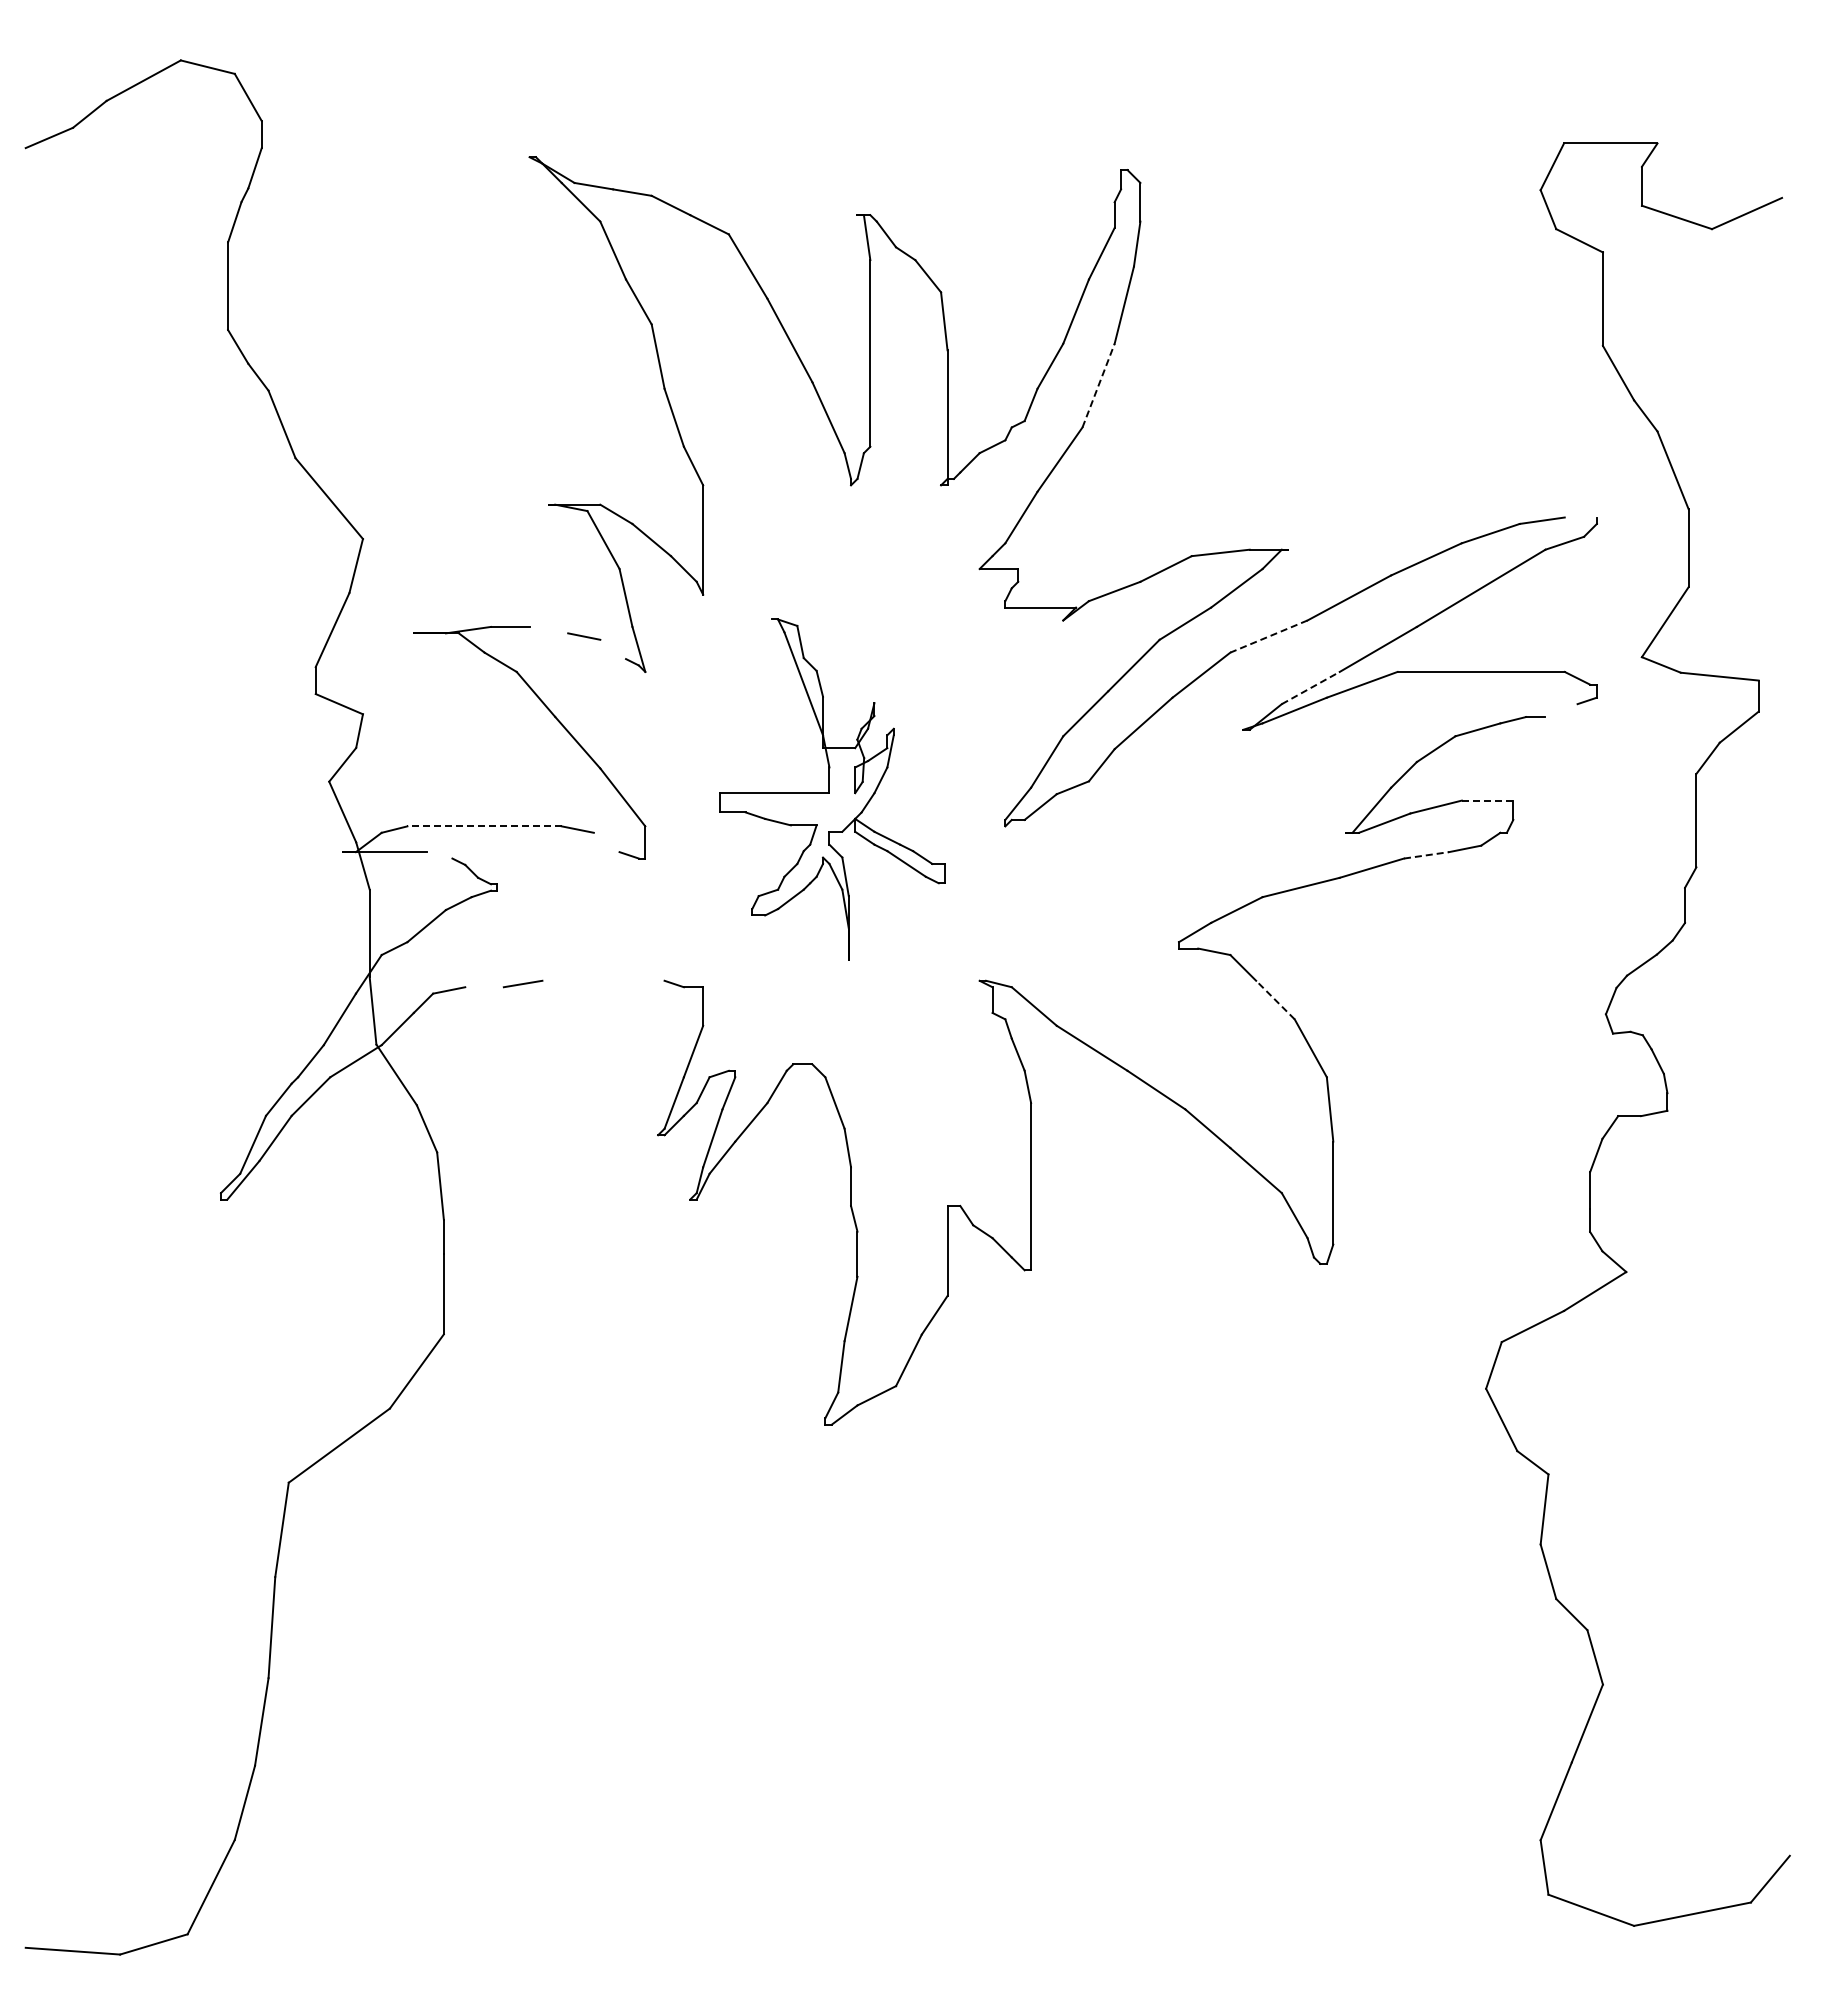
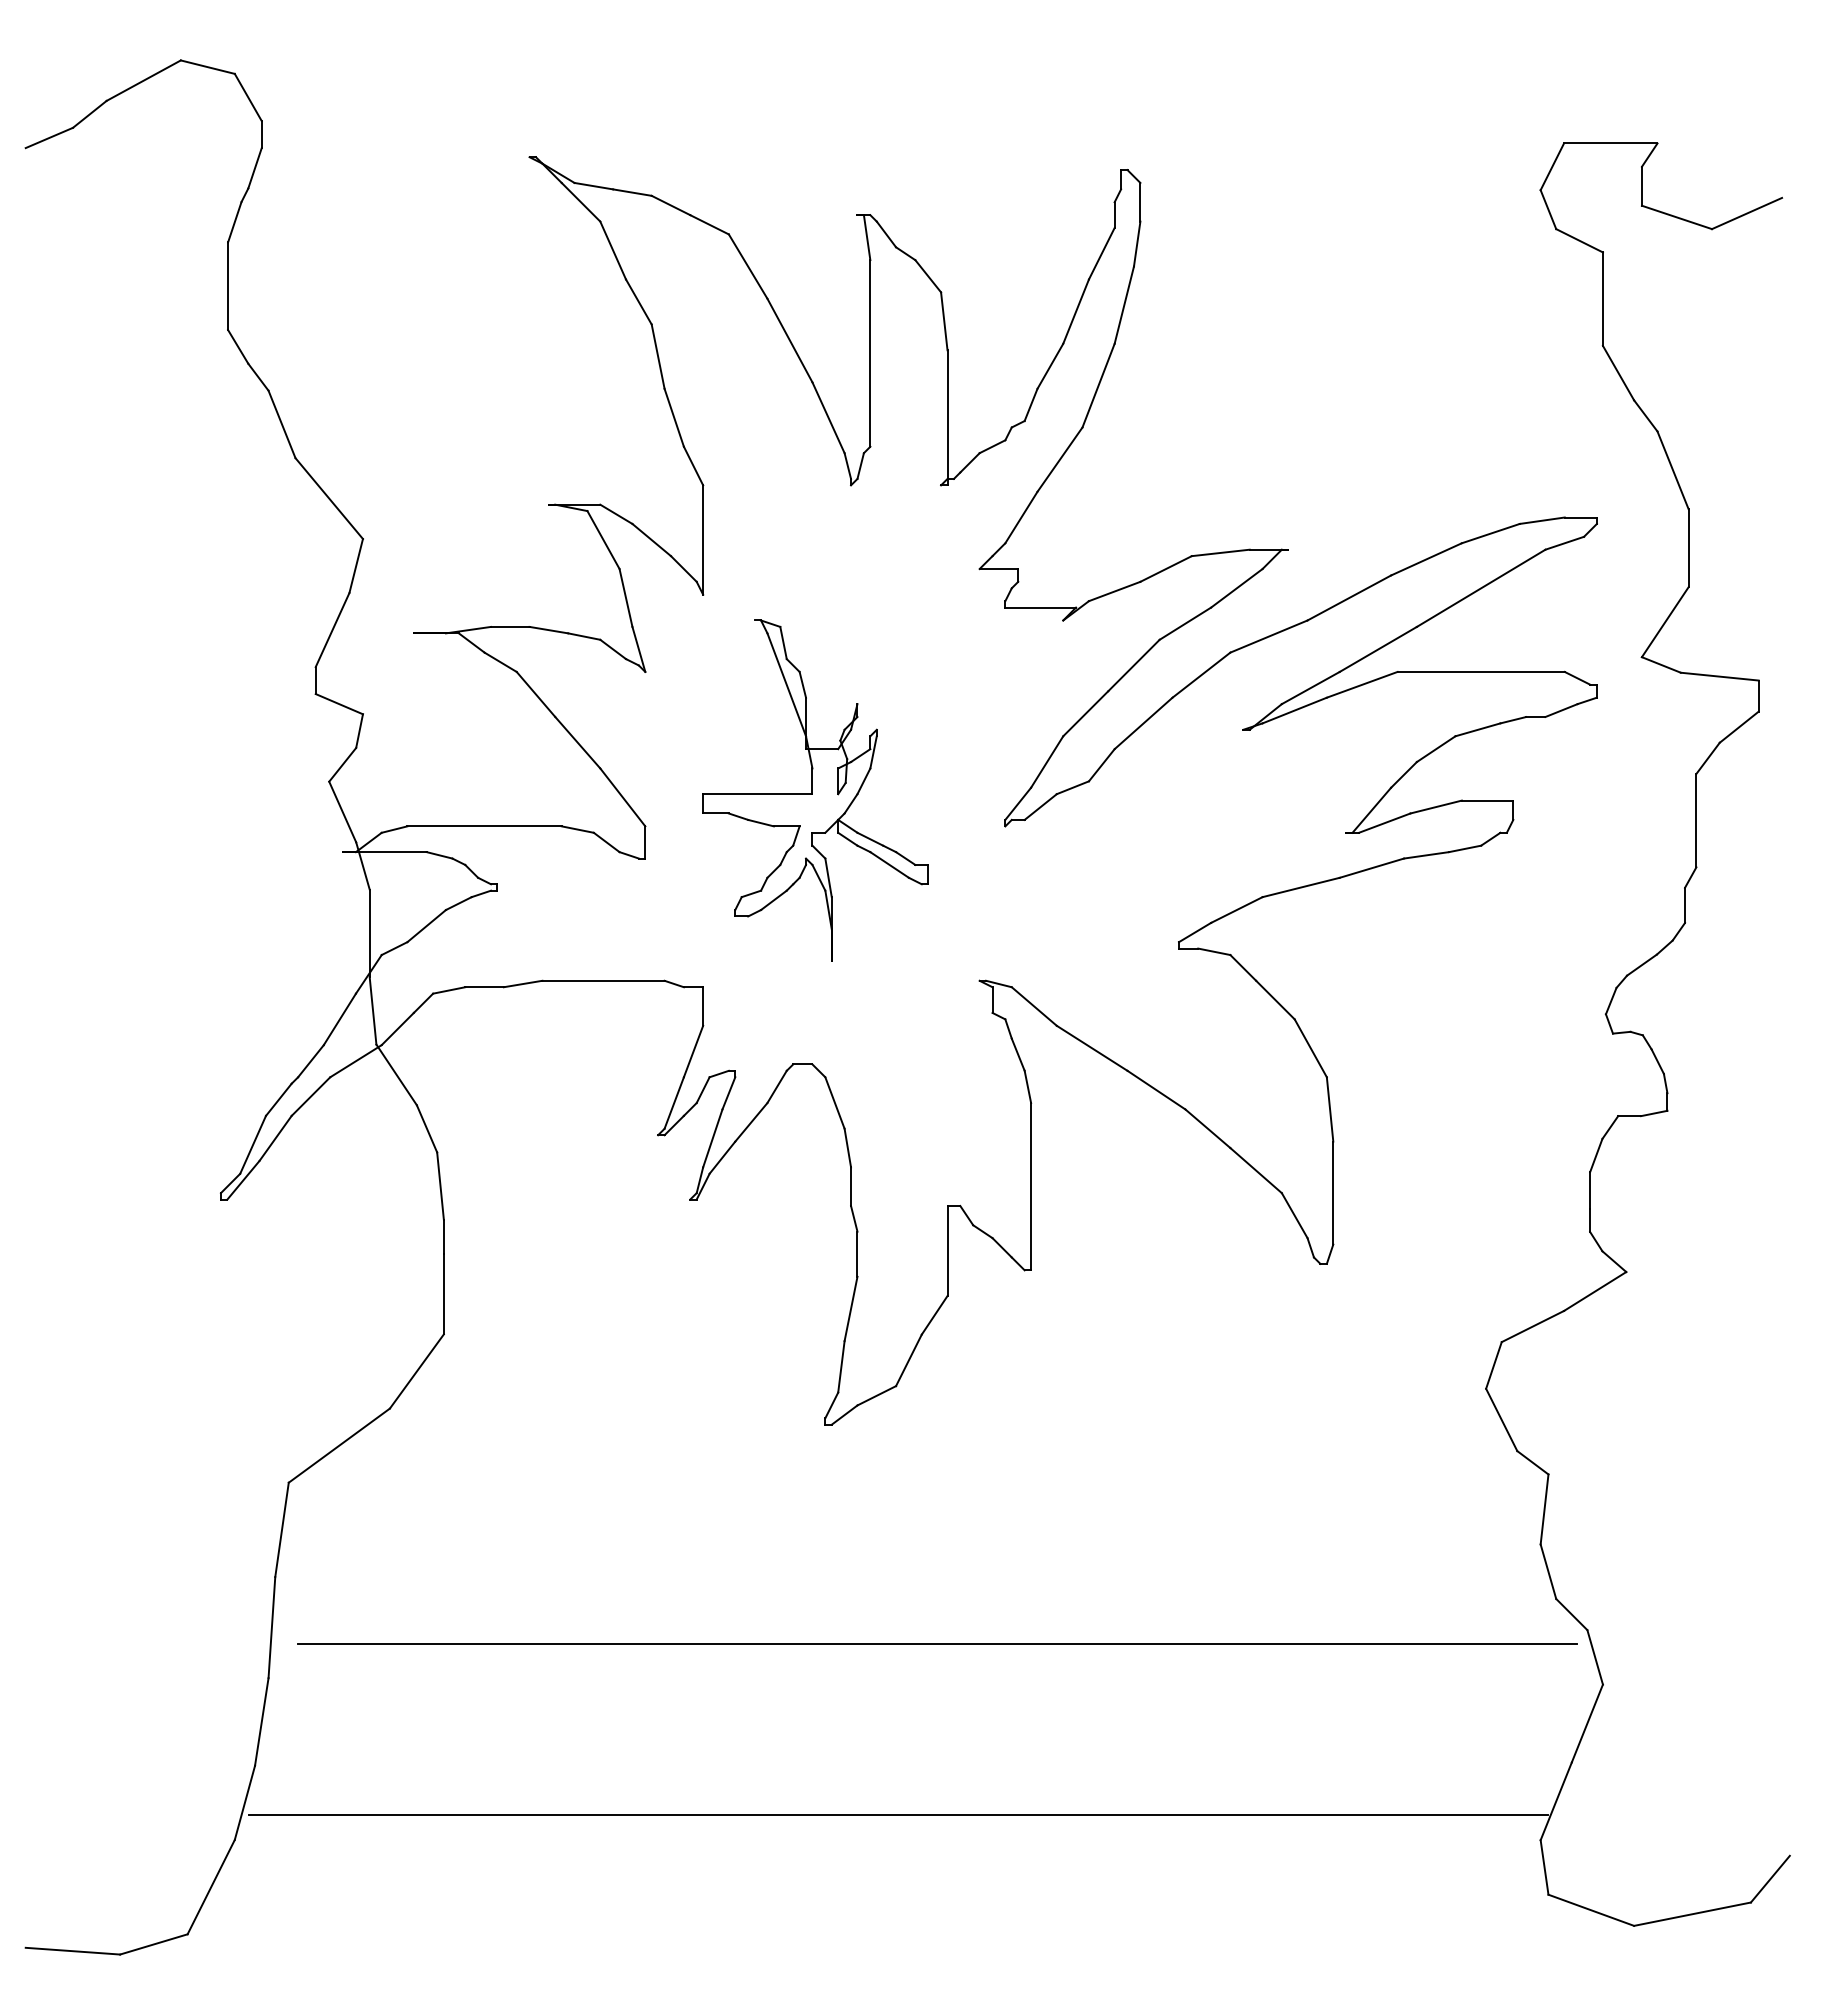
line at (1098, 385): dashed -> solid
line at (1580, 517): none -> present
line at (548, 629): none -> present
line at (1268, 636): dashed -> solid
line at (613, 649): none -> present
line at (1311, 687): dashed -> solid
line at (1561, 710): none -> present
part at (832, 789) position: (832, 789) -> (815, 790)
line at (1487, 800): dashed -> solid
line at (484, 826): dashed -> solid
line at (606, 842): none -> present
line at (439, 855): none -> present
line at (1426, 855): dashed -> solid
line at (603, 980): none -> present
line at (484, 987): none -> present
line at (1275, 999): dashed -> solid
line at (937, 1643): none -> present
line at (897, 1814): none -> present
